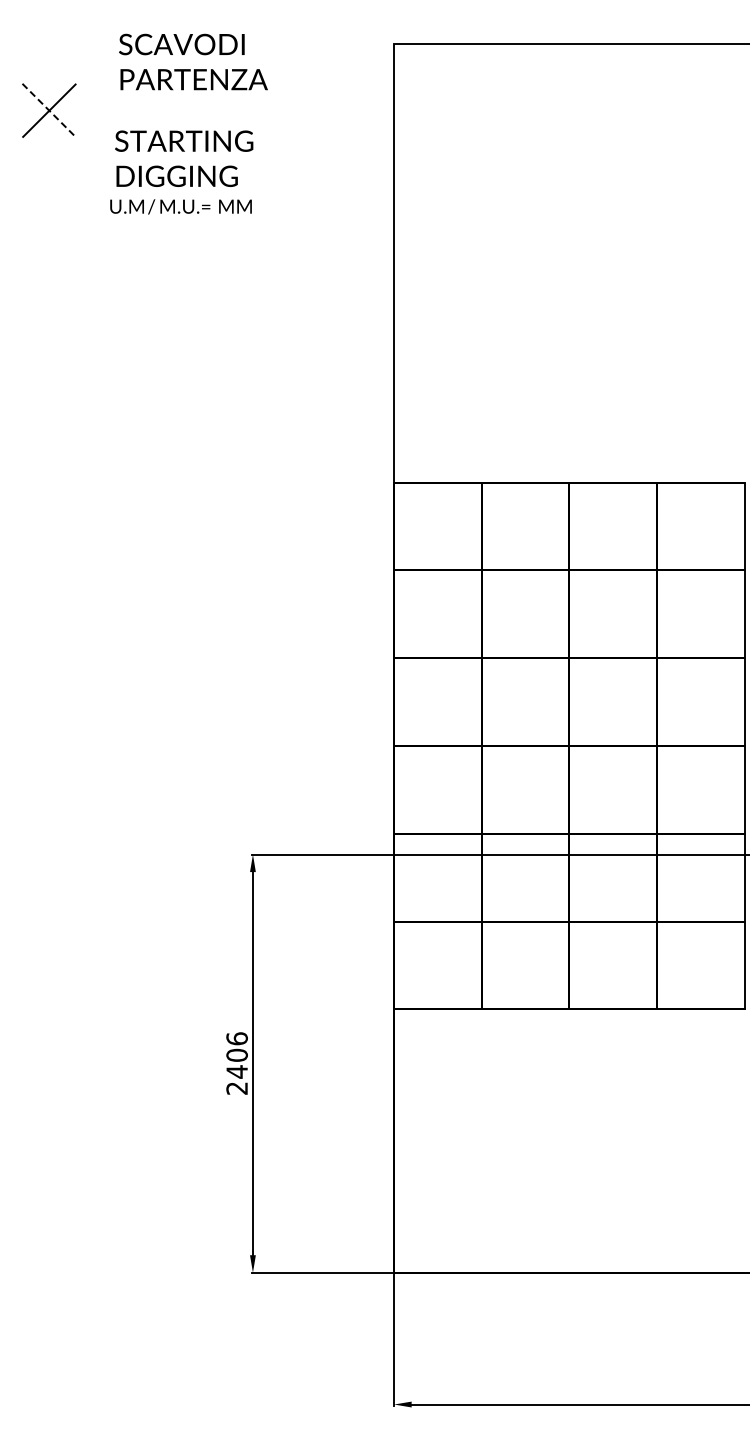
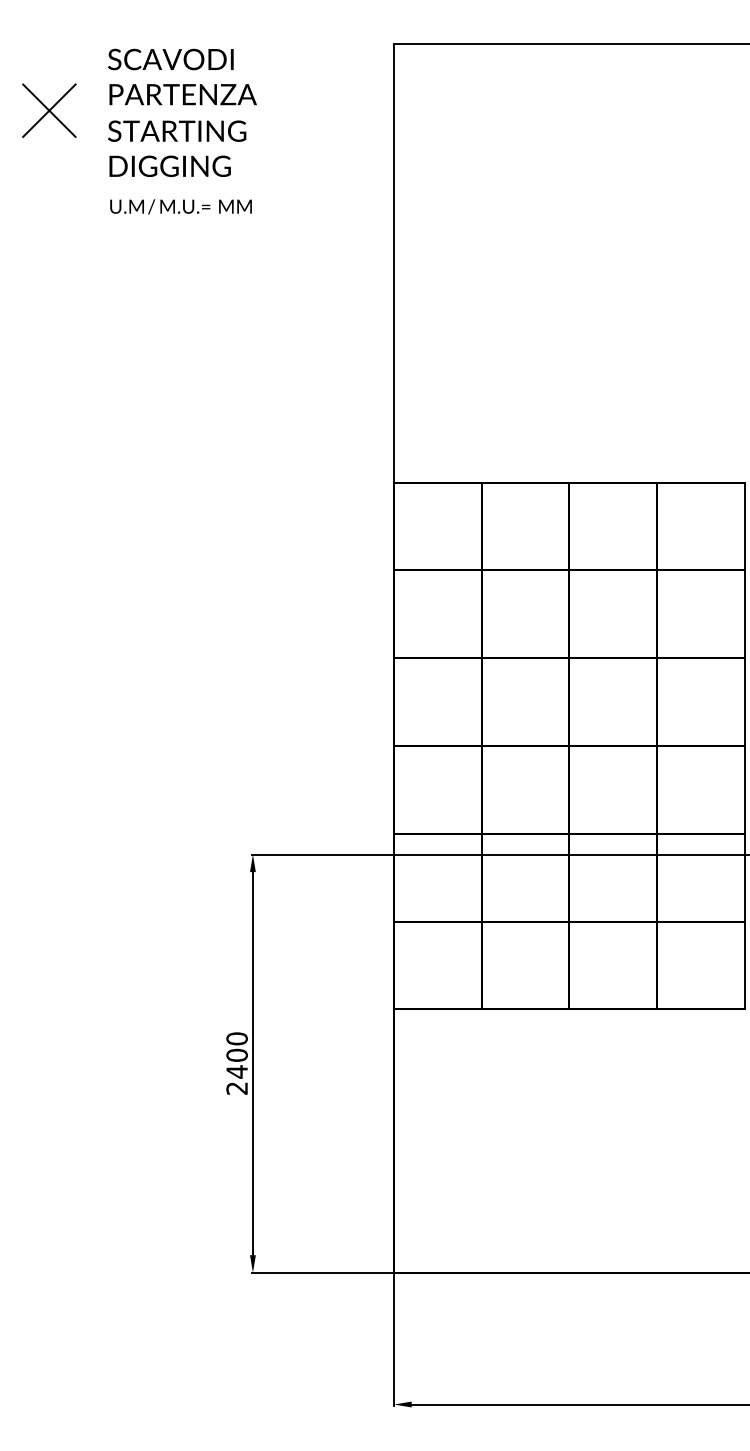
text at (193, 61) position: (193, 61) -> (182, 76)
line at (49, 111): dashed -> solid
text at (184, 158) position: (184, 158) -> (177, 148)
text at (236, 1038): 2406 -> 2400
